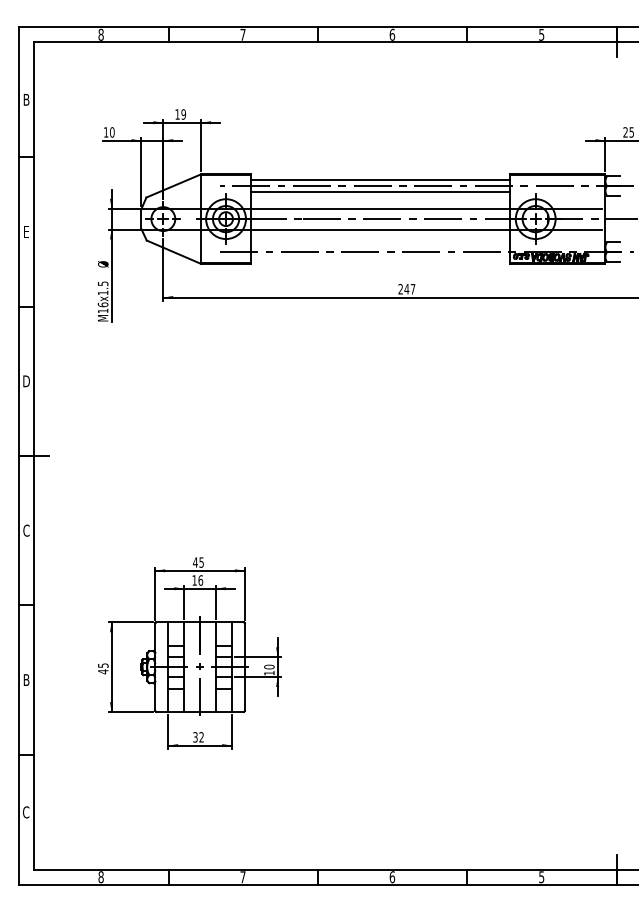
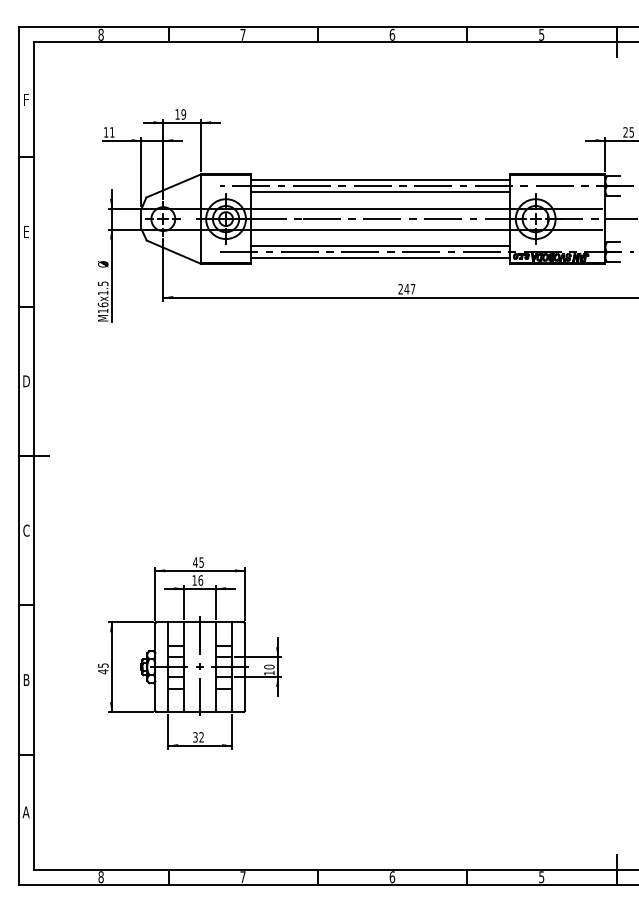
text at (26, 99): B -> F
text at (112, 132): 10 -> 11
line at (379, 246): none -> present
line at (379, 258): none -> present
text at (25, 812): C -> A
